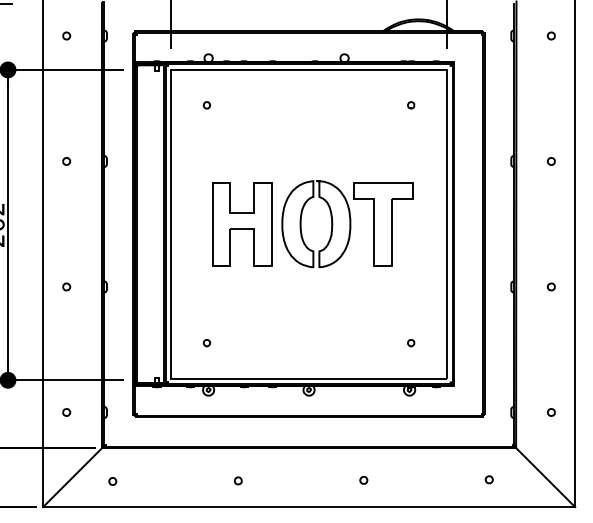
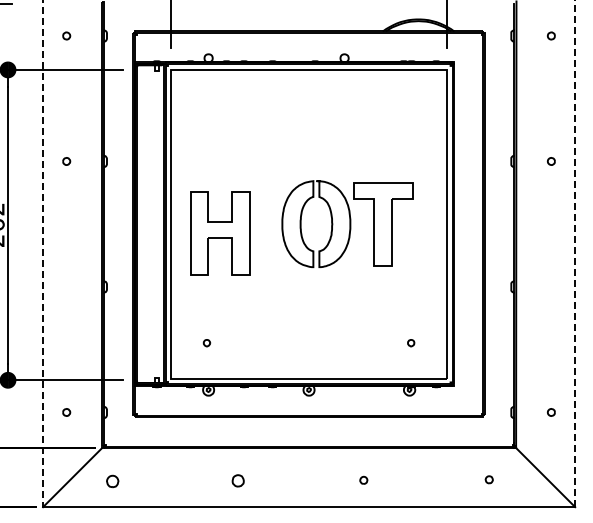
part at (206, 105): present -> none
part at (411, 105): present -> none
part at (242, 224) position: (242, 224) -> (220, 233)
line at (575, 253): solid -> dashed
line at (43, 254): solid -> dashed
part at (66, 286): present -> none
part at (551, 286): present -> none
part at (238, 480) size: 9x10 px -> 14x14 px
part at (112, 481) size: 10x9 px -> 14x15 px
